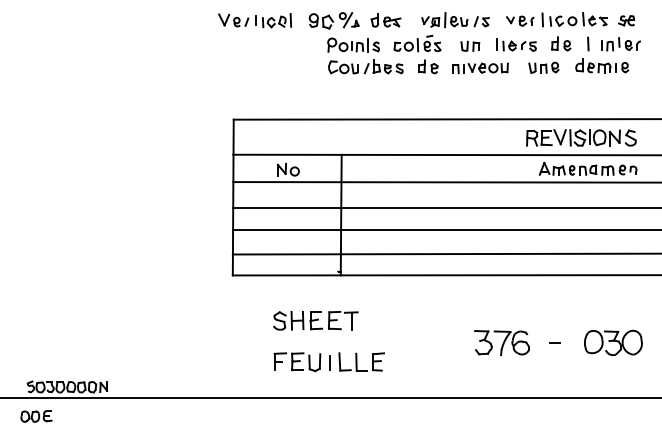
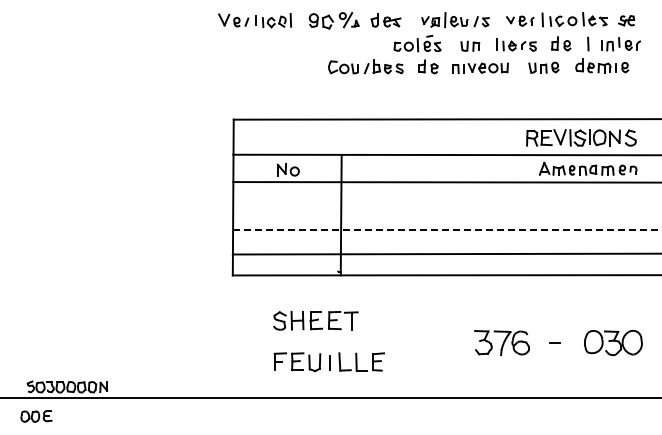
part at (353, 44): present -> none
line at (445, 207): present -> none
line at (448, 230): solid -> dashed
